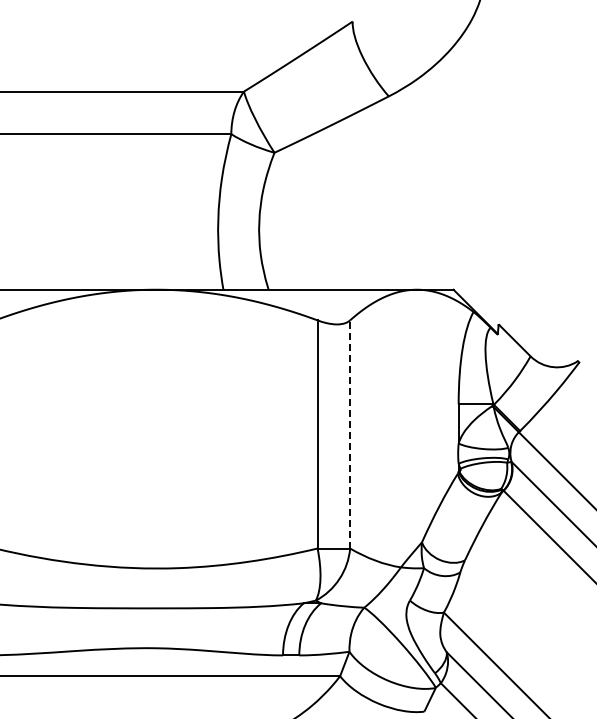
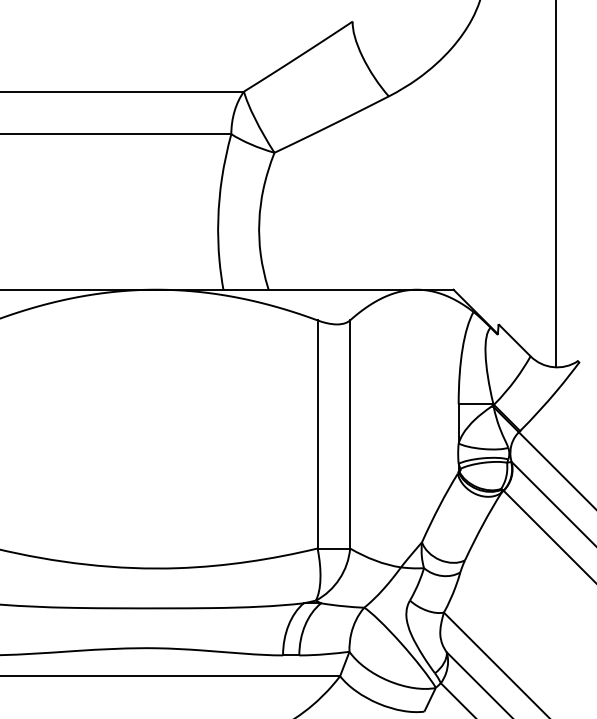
line at (556, 184): none -> present
line at (350, 433): dashed -> solid
